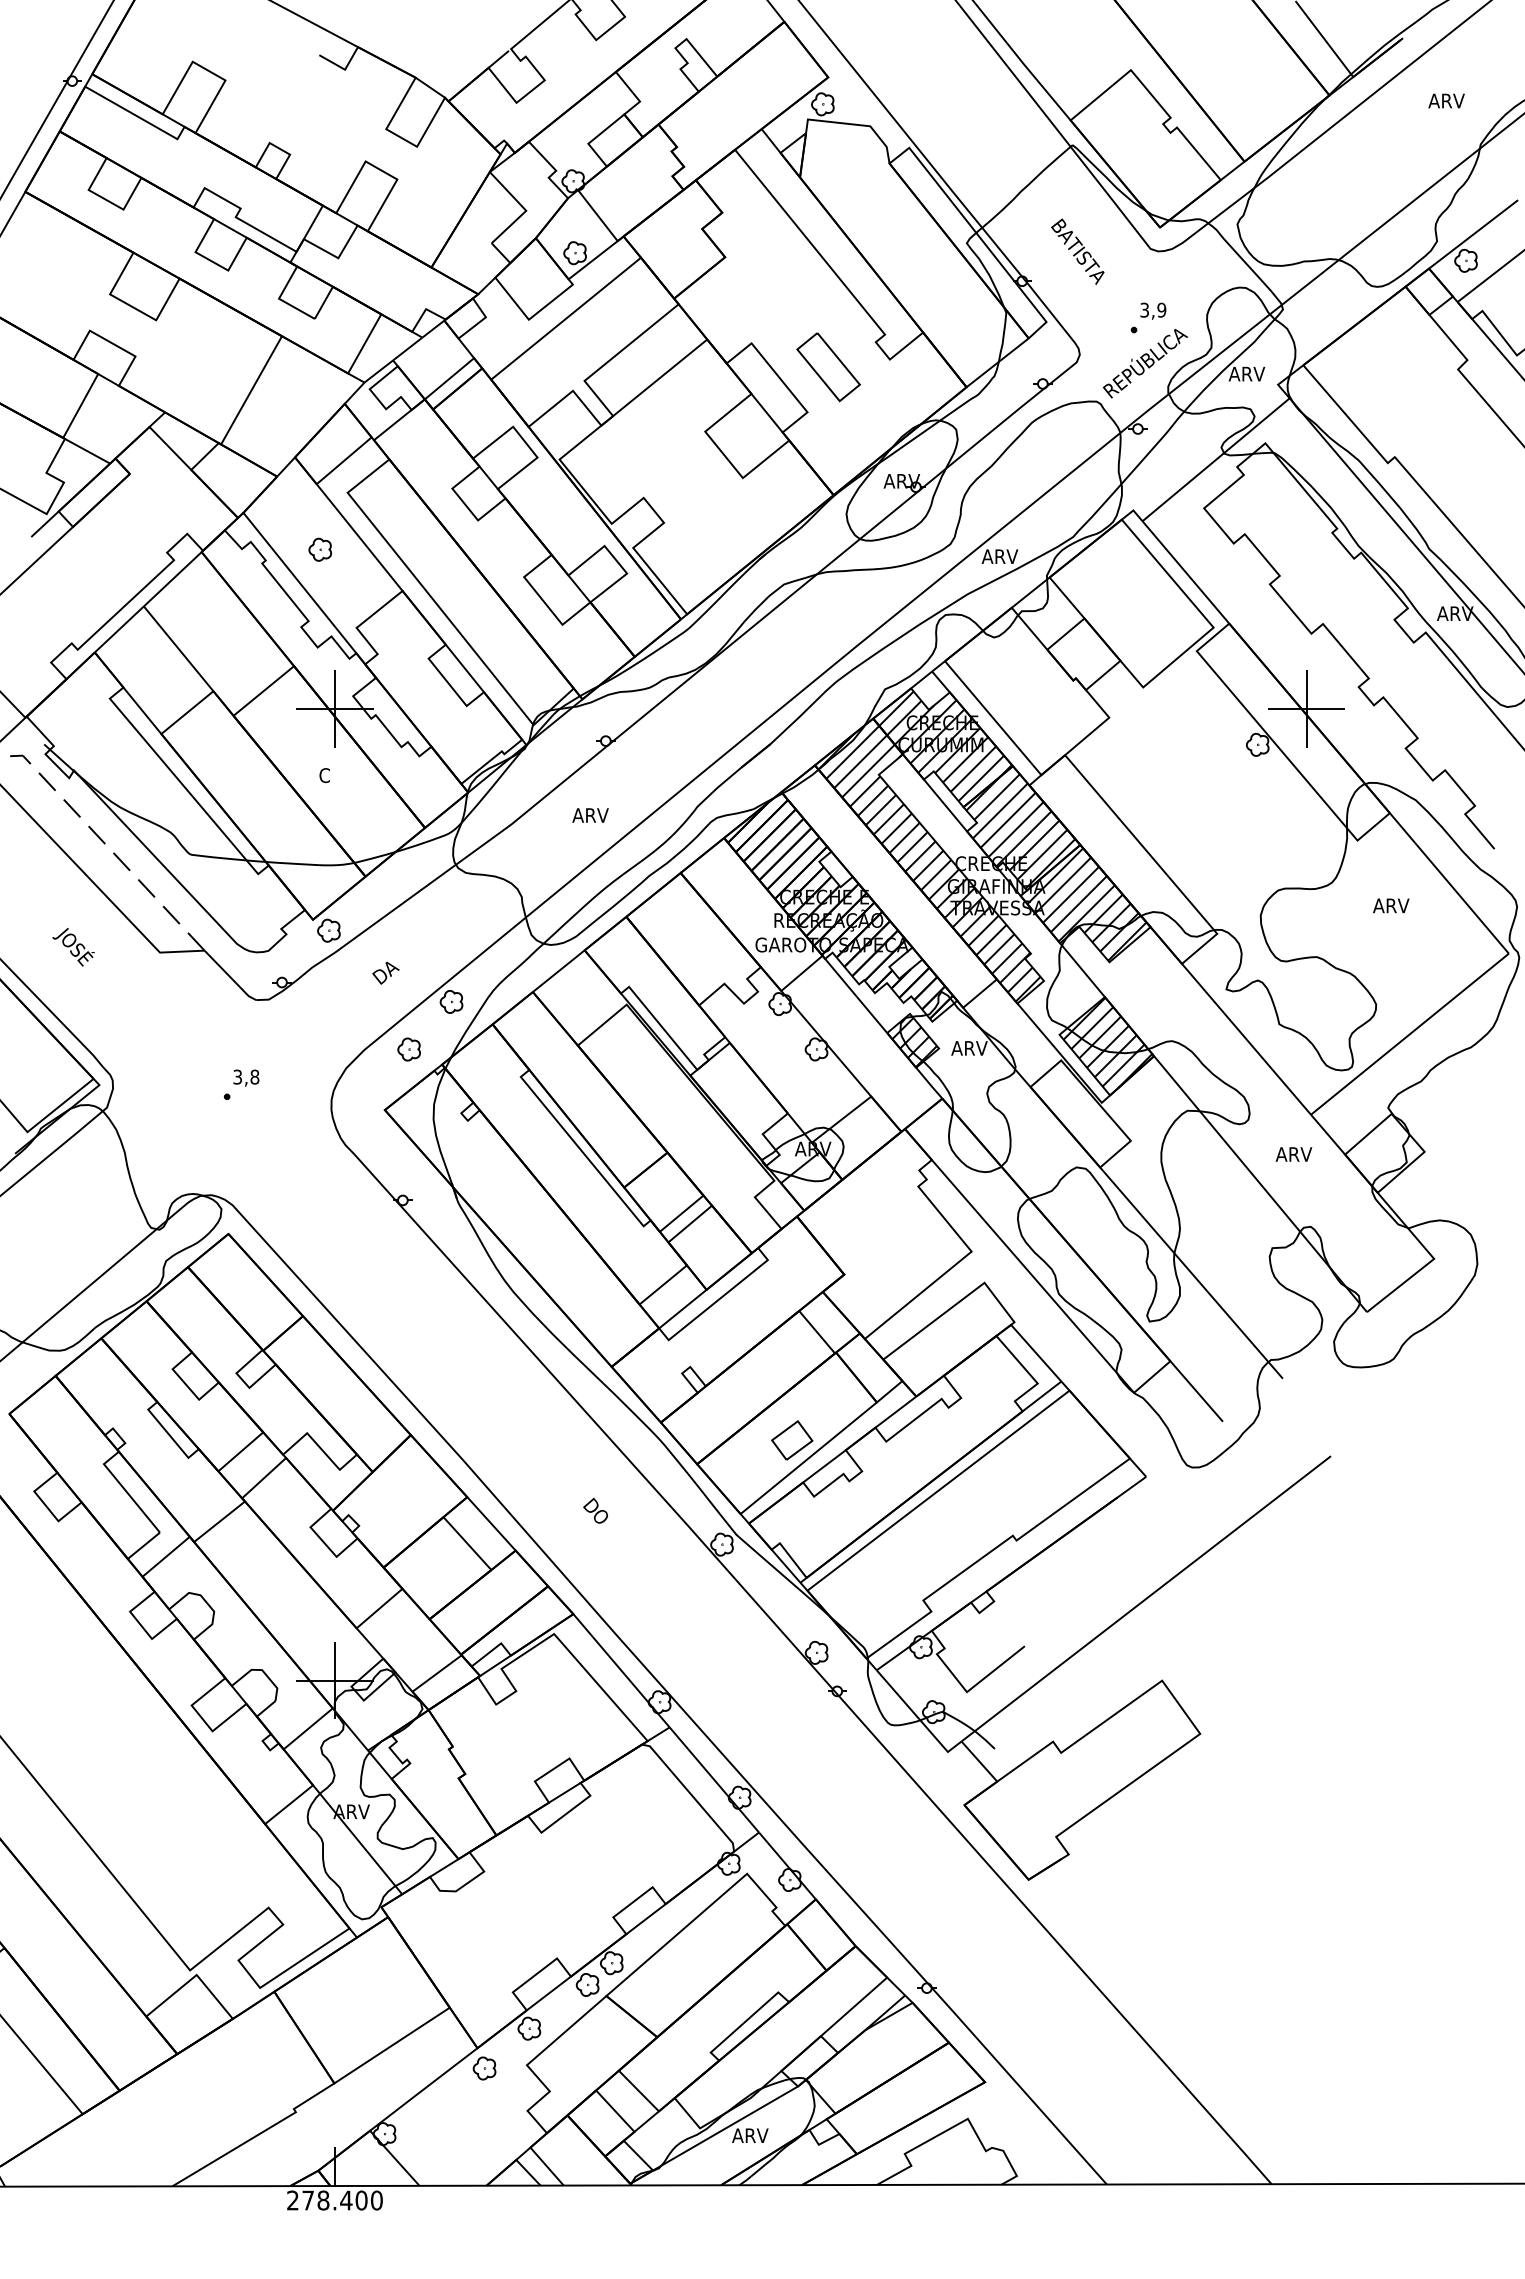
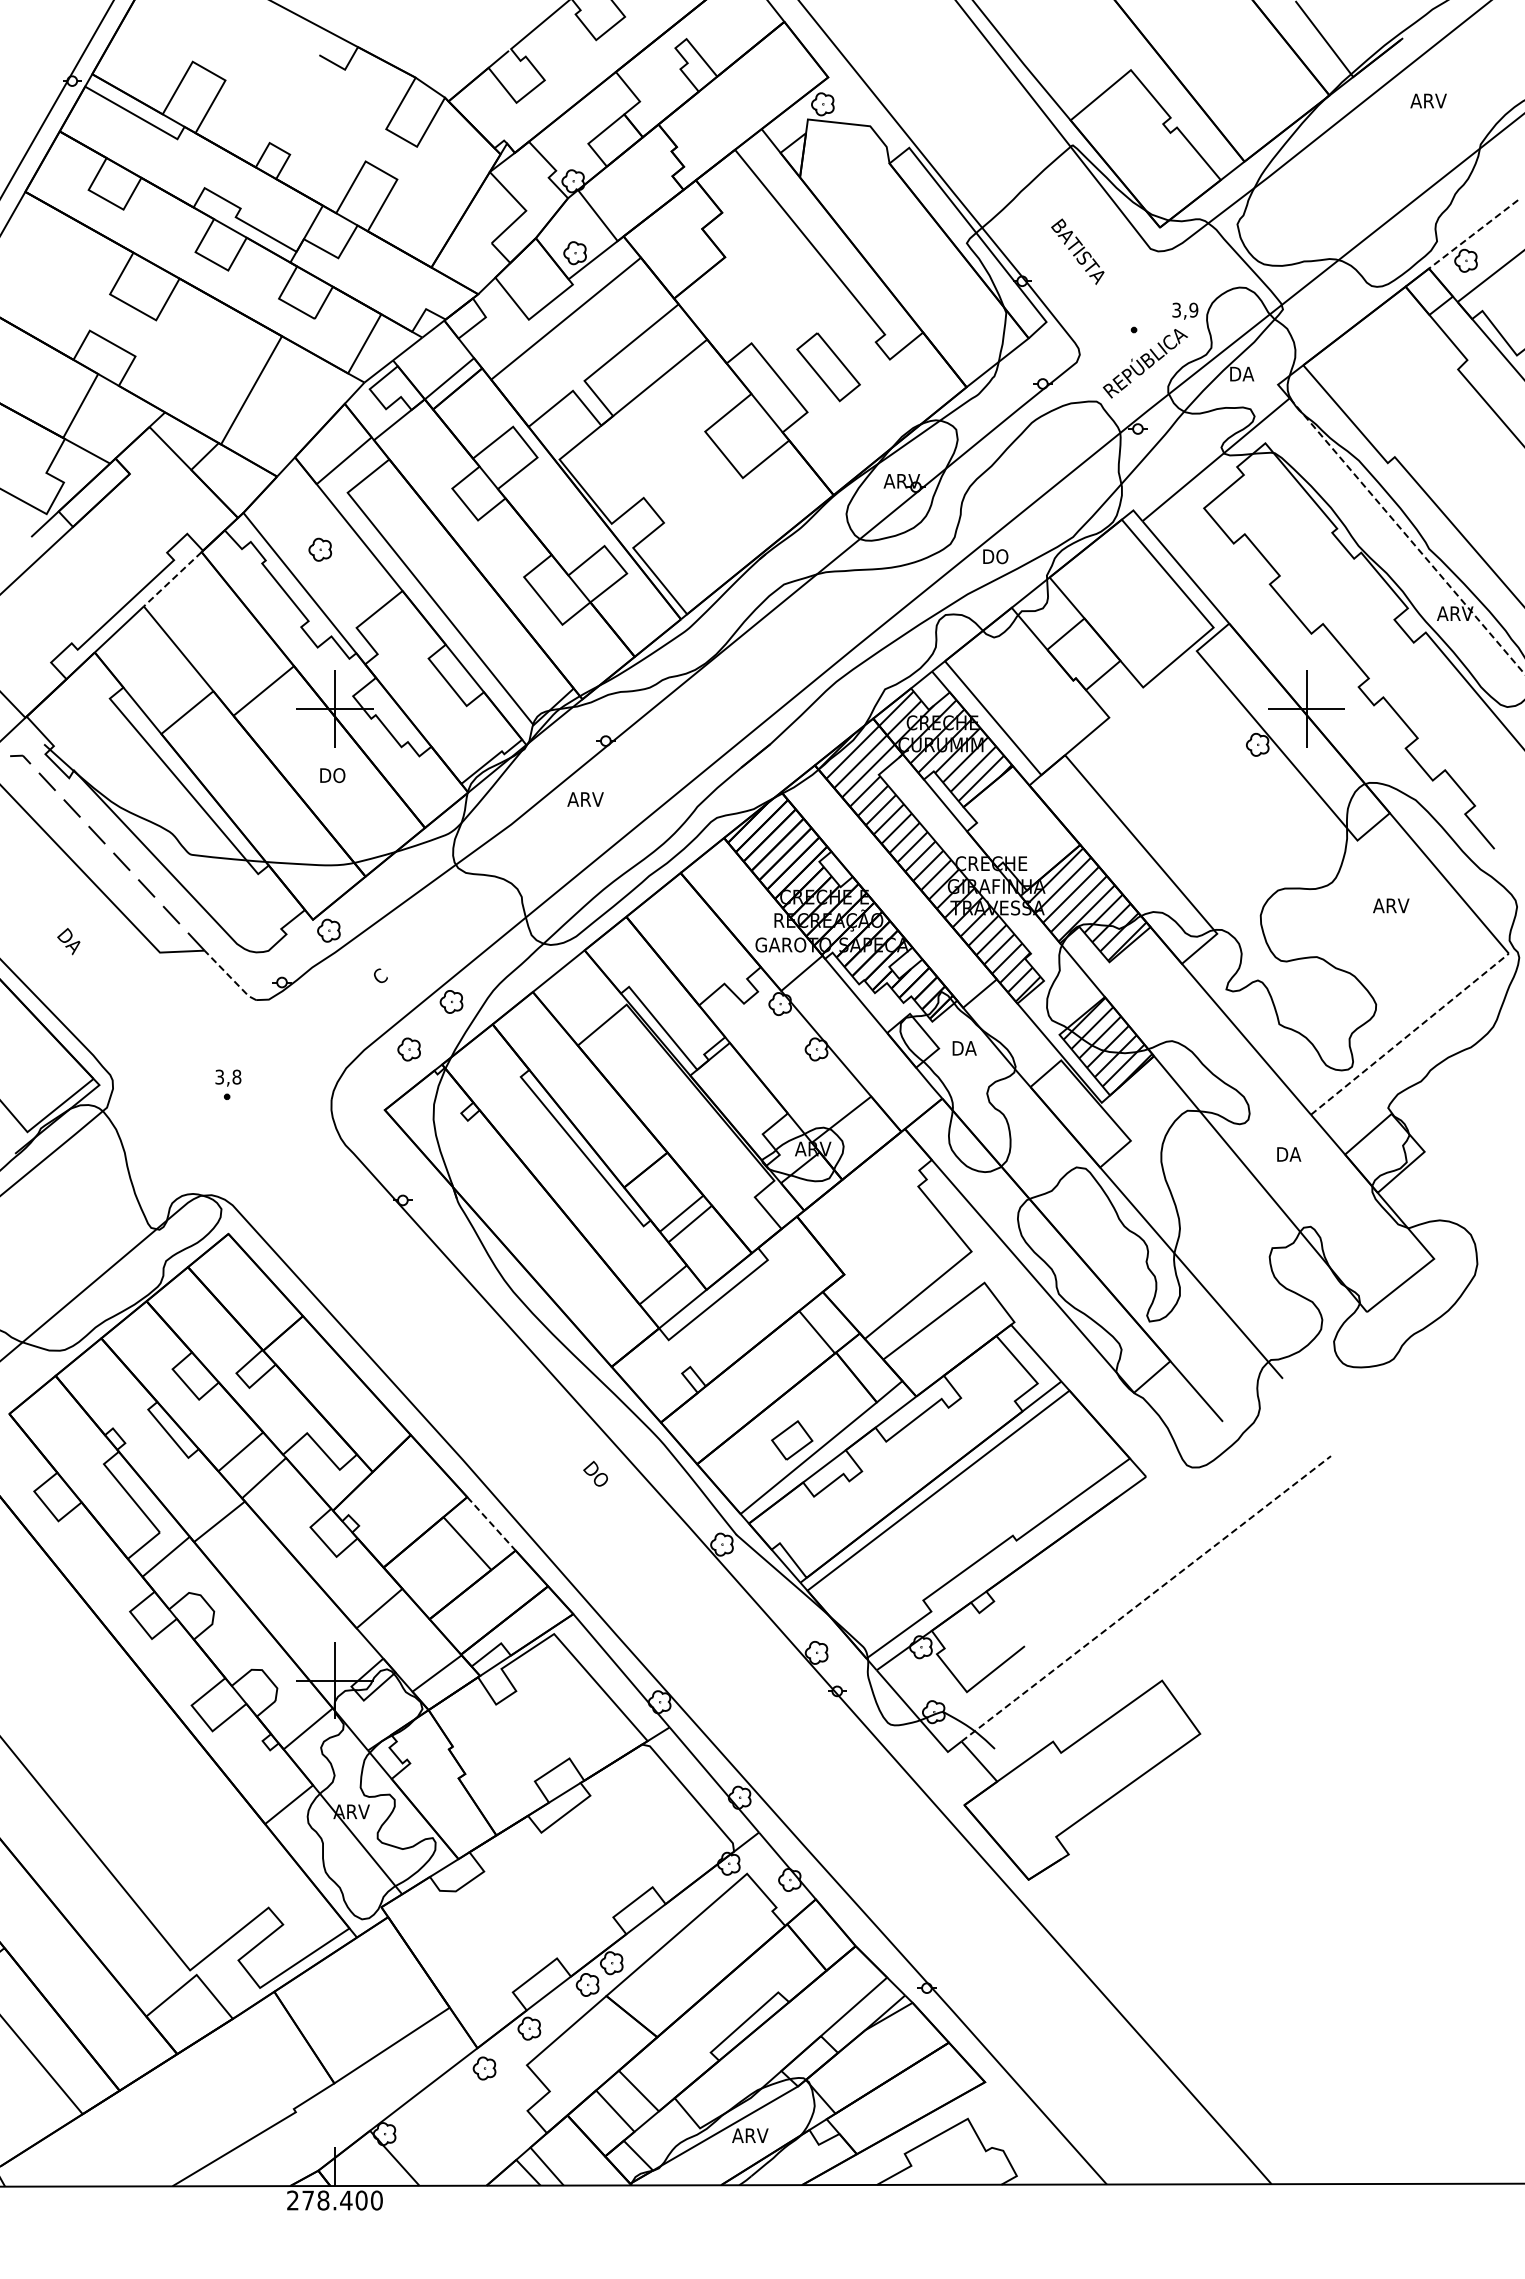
text at (1446, 100) position: (1446, 100) -> (1428, 100)
line at (1473, 234): solid -> dashed
text at (1153, 310) position: (1153, 310) -> (1185, 310)
text at (1246, 373): ARV -> DA
line at (1407, 536): solid -> dashed
text at (999, 556): ARV -> DO
line at (172, 579): solid -> dashed
text at (332, 775): C -> DO
text at (590, 815) position: (590, 815) -> (585, 799)
hatch at (1020, 831): present -> none
text at (73, 947): JOSÉ -> DA
text at (385, 972): DA -> C
line at (230, 977): solid -> dashed
line at (1409, 1034): solid -> dashed
hatch at (914, 1042): present -> none
text at (969, 1048): ARV -> DA
text at (246, 1077) position: (246, 1077) -> (228, 1077)
text at (1293, 1154): ARV -> DA
text at (595, 1510) position: (595, 1510) -> (595, 1473)
line at (491, 1524): solid -> dashed
line at (1146, 1598): solid -> dashed
